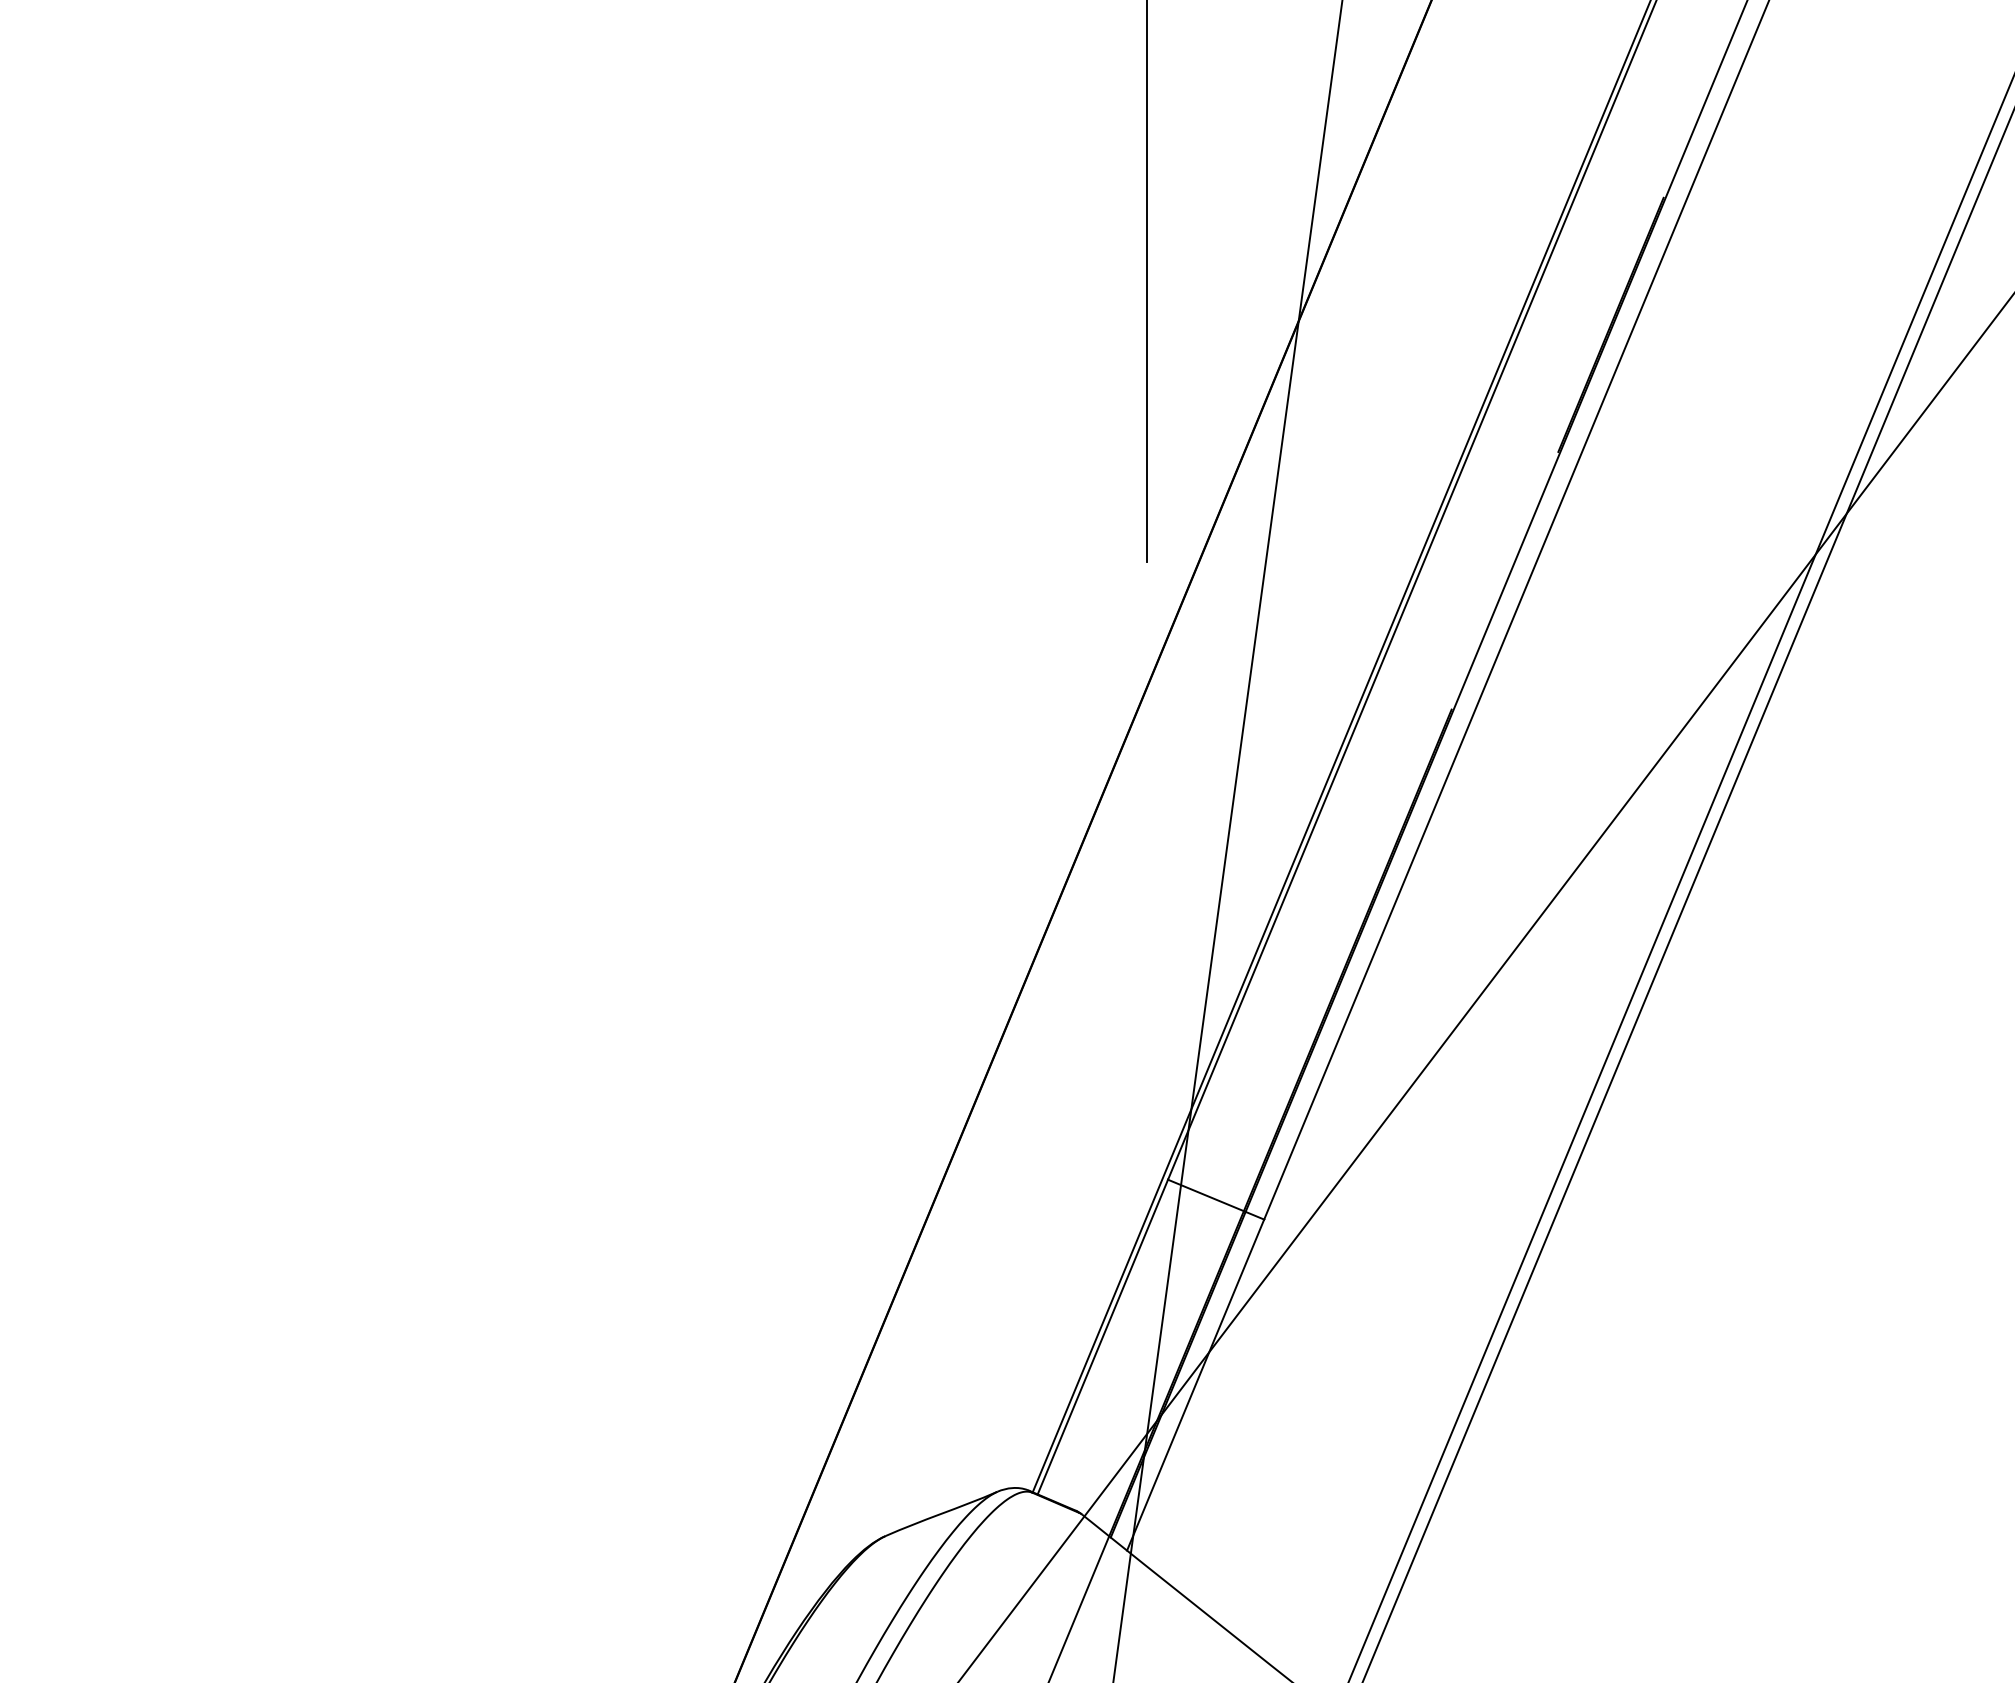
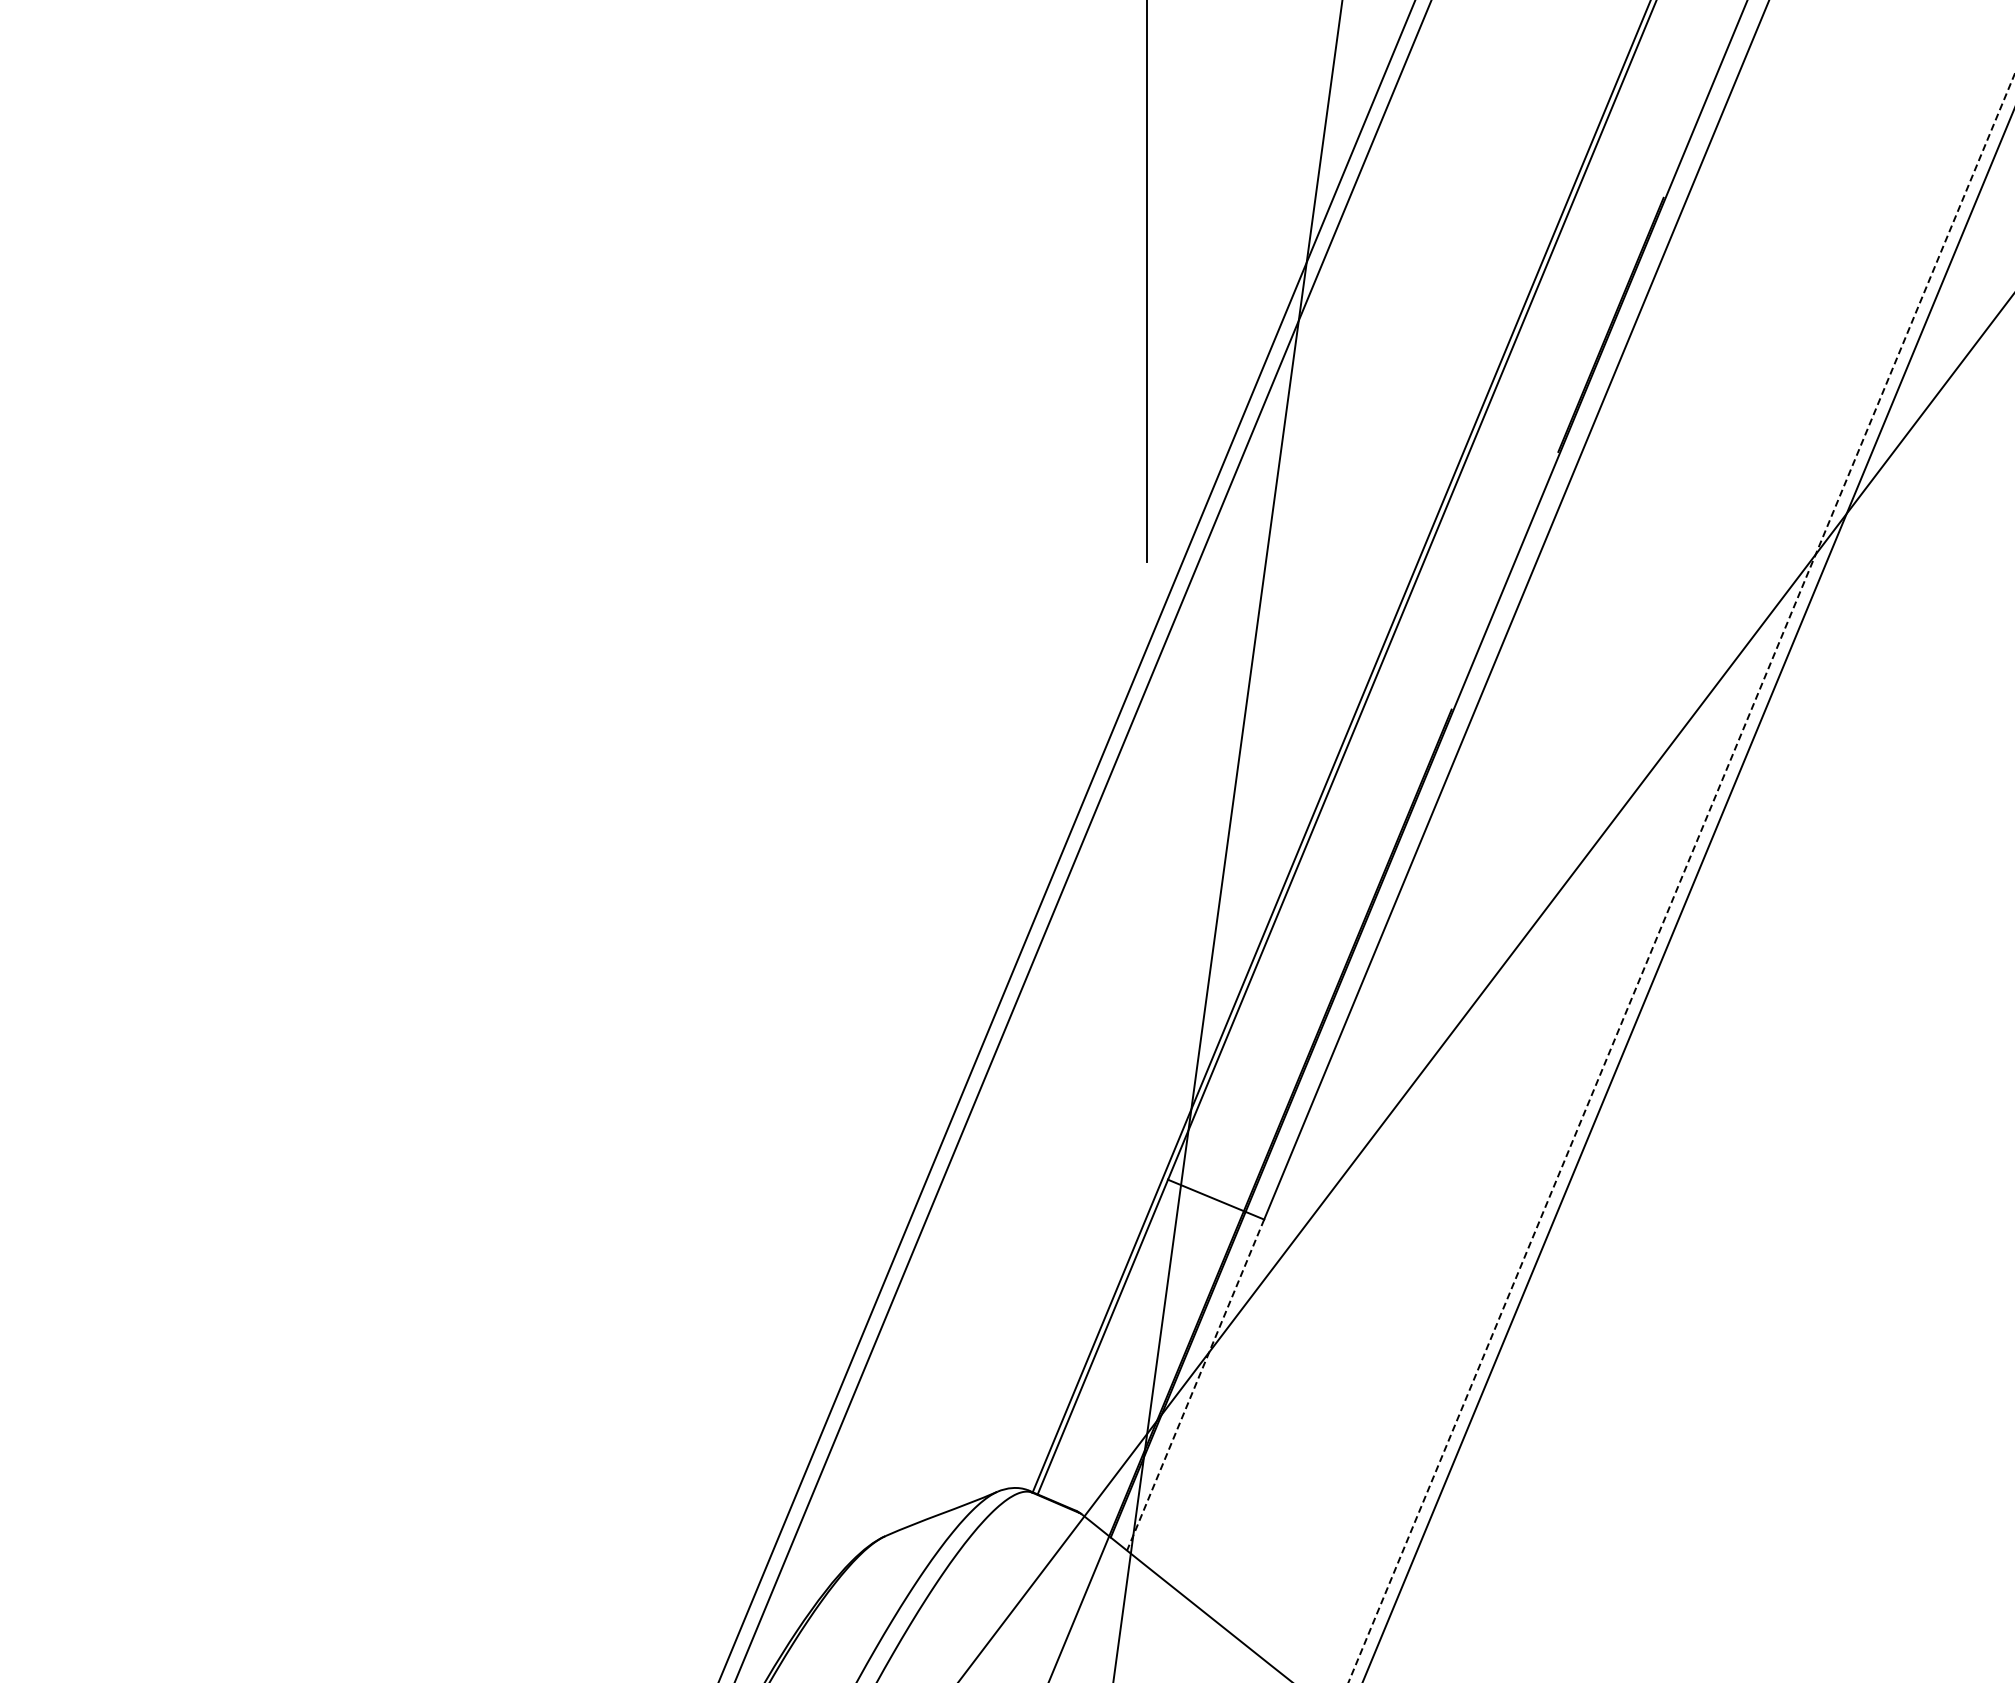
line at (1083, 840) position: (1083, 840) -> (1066, 840)
line at (1681, 878): solid -> dashed
line at (1195, 1385): solid -> dashed
